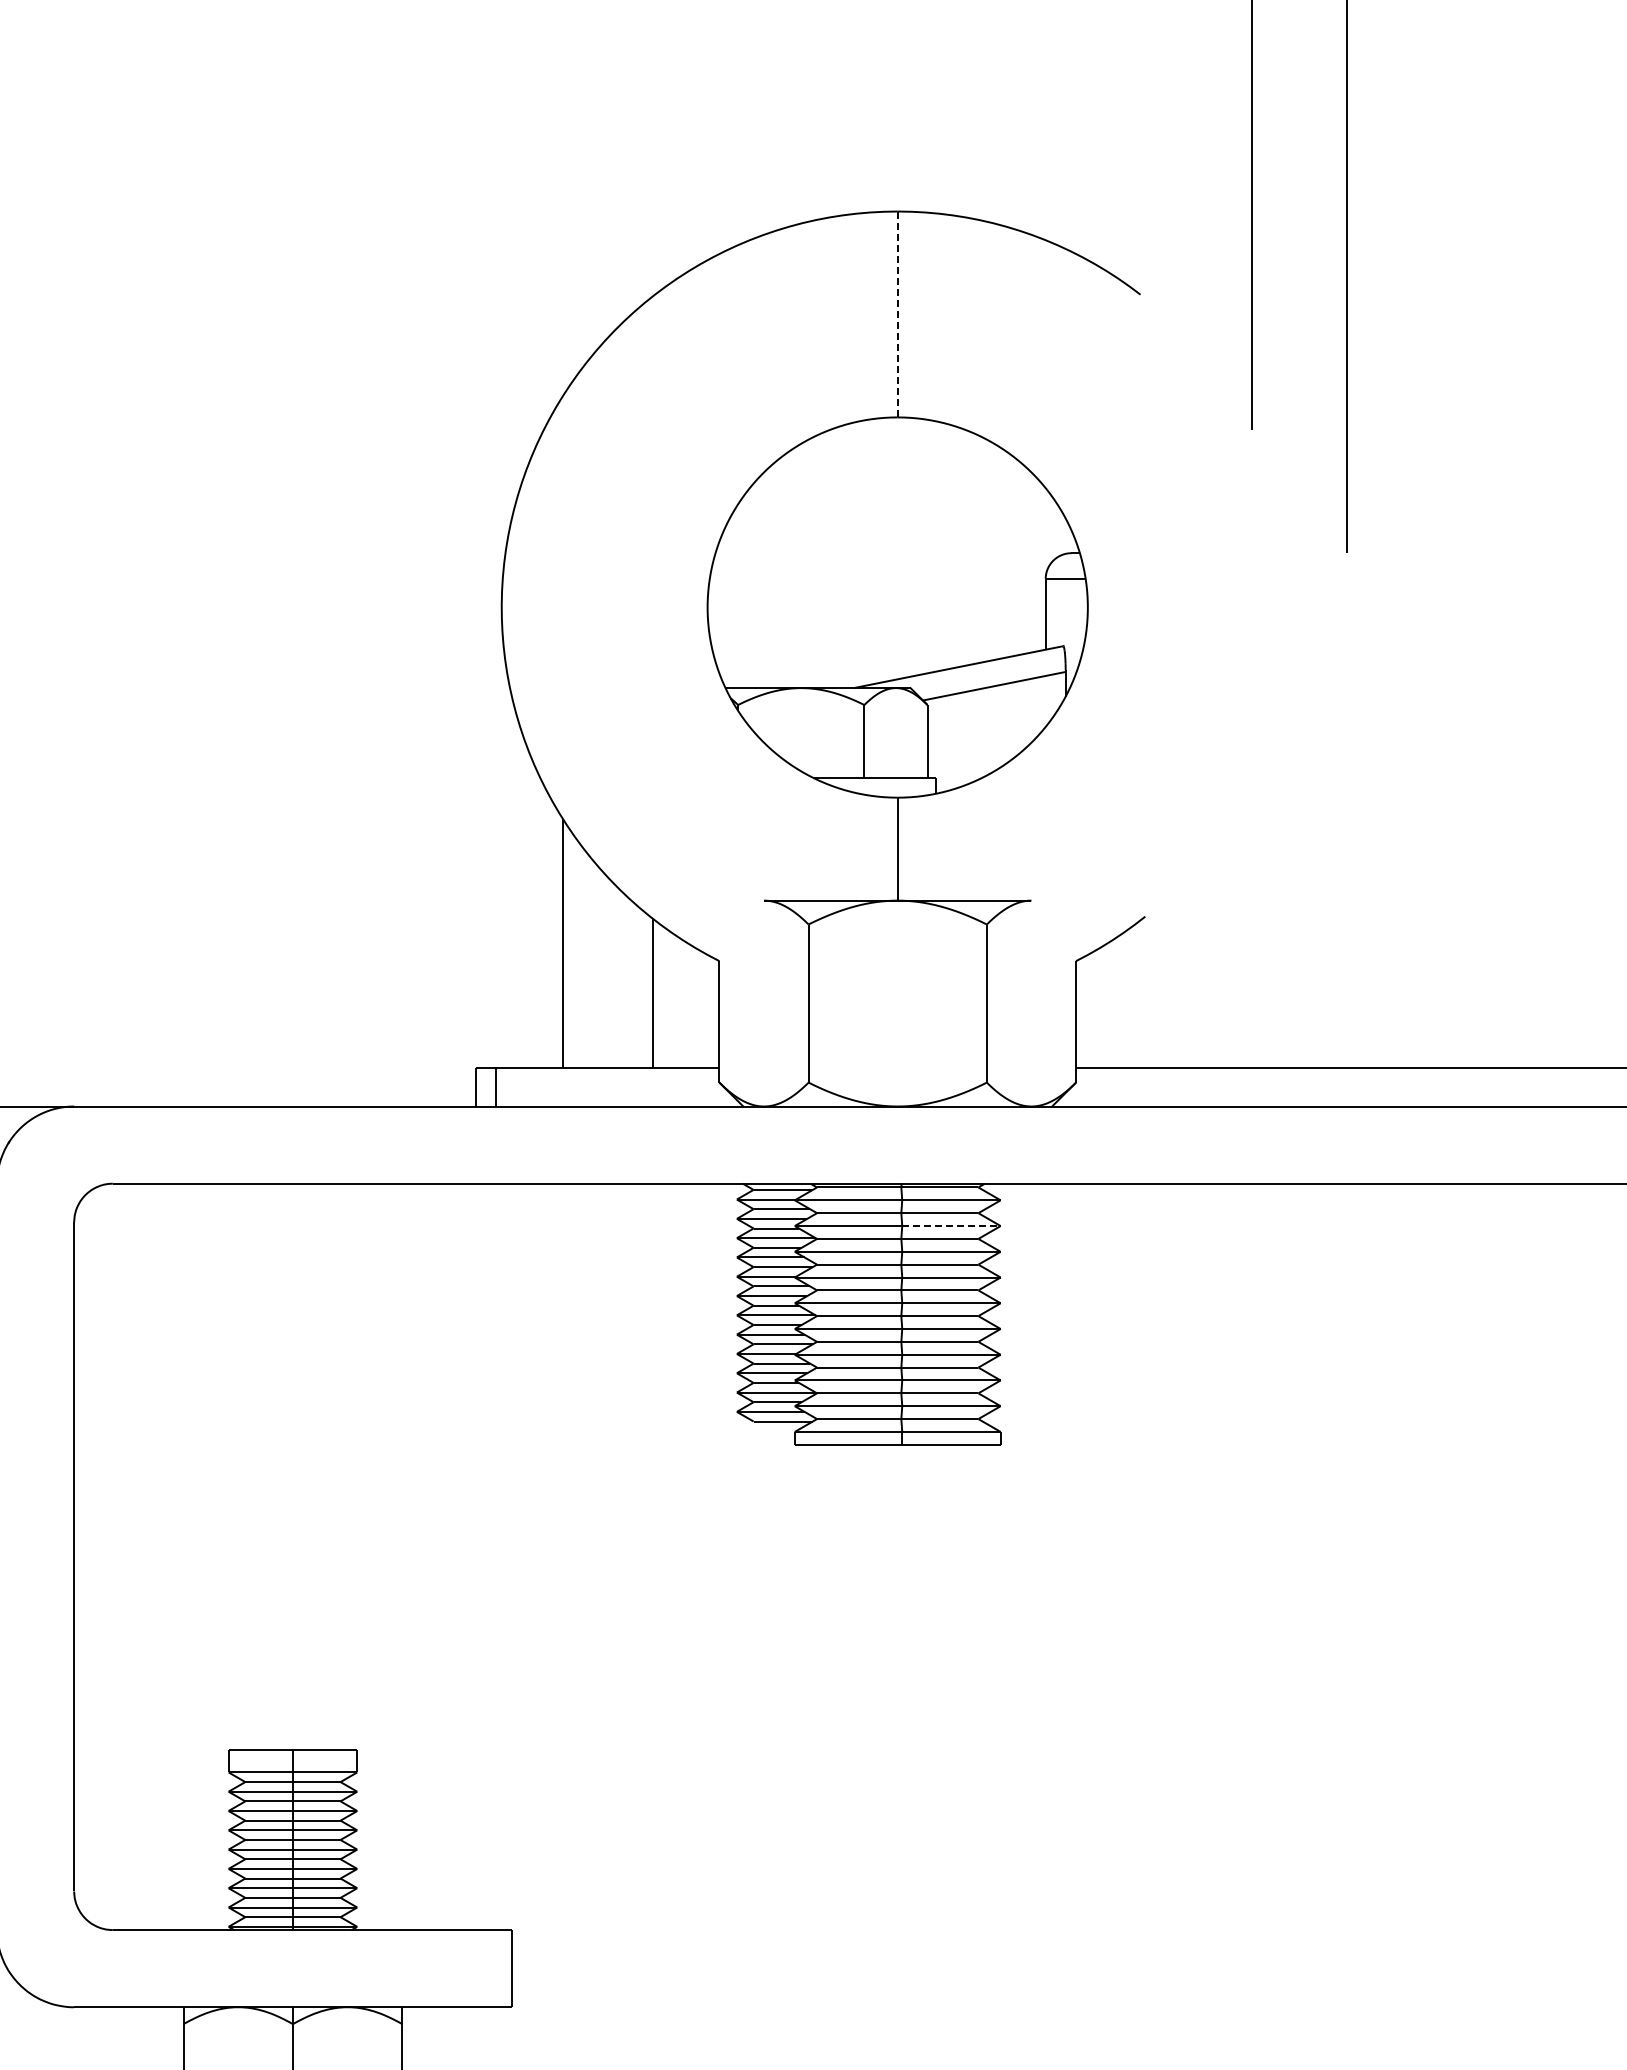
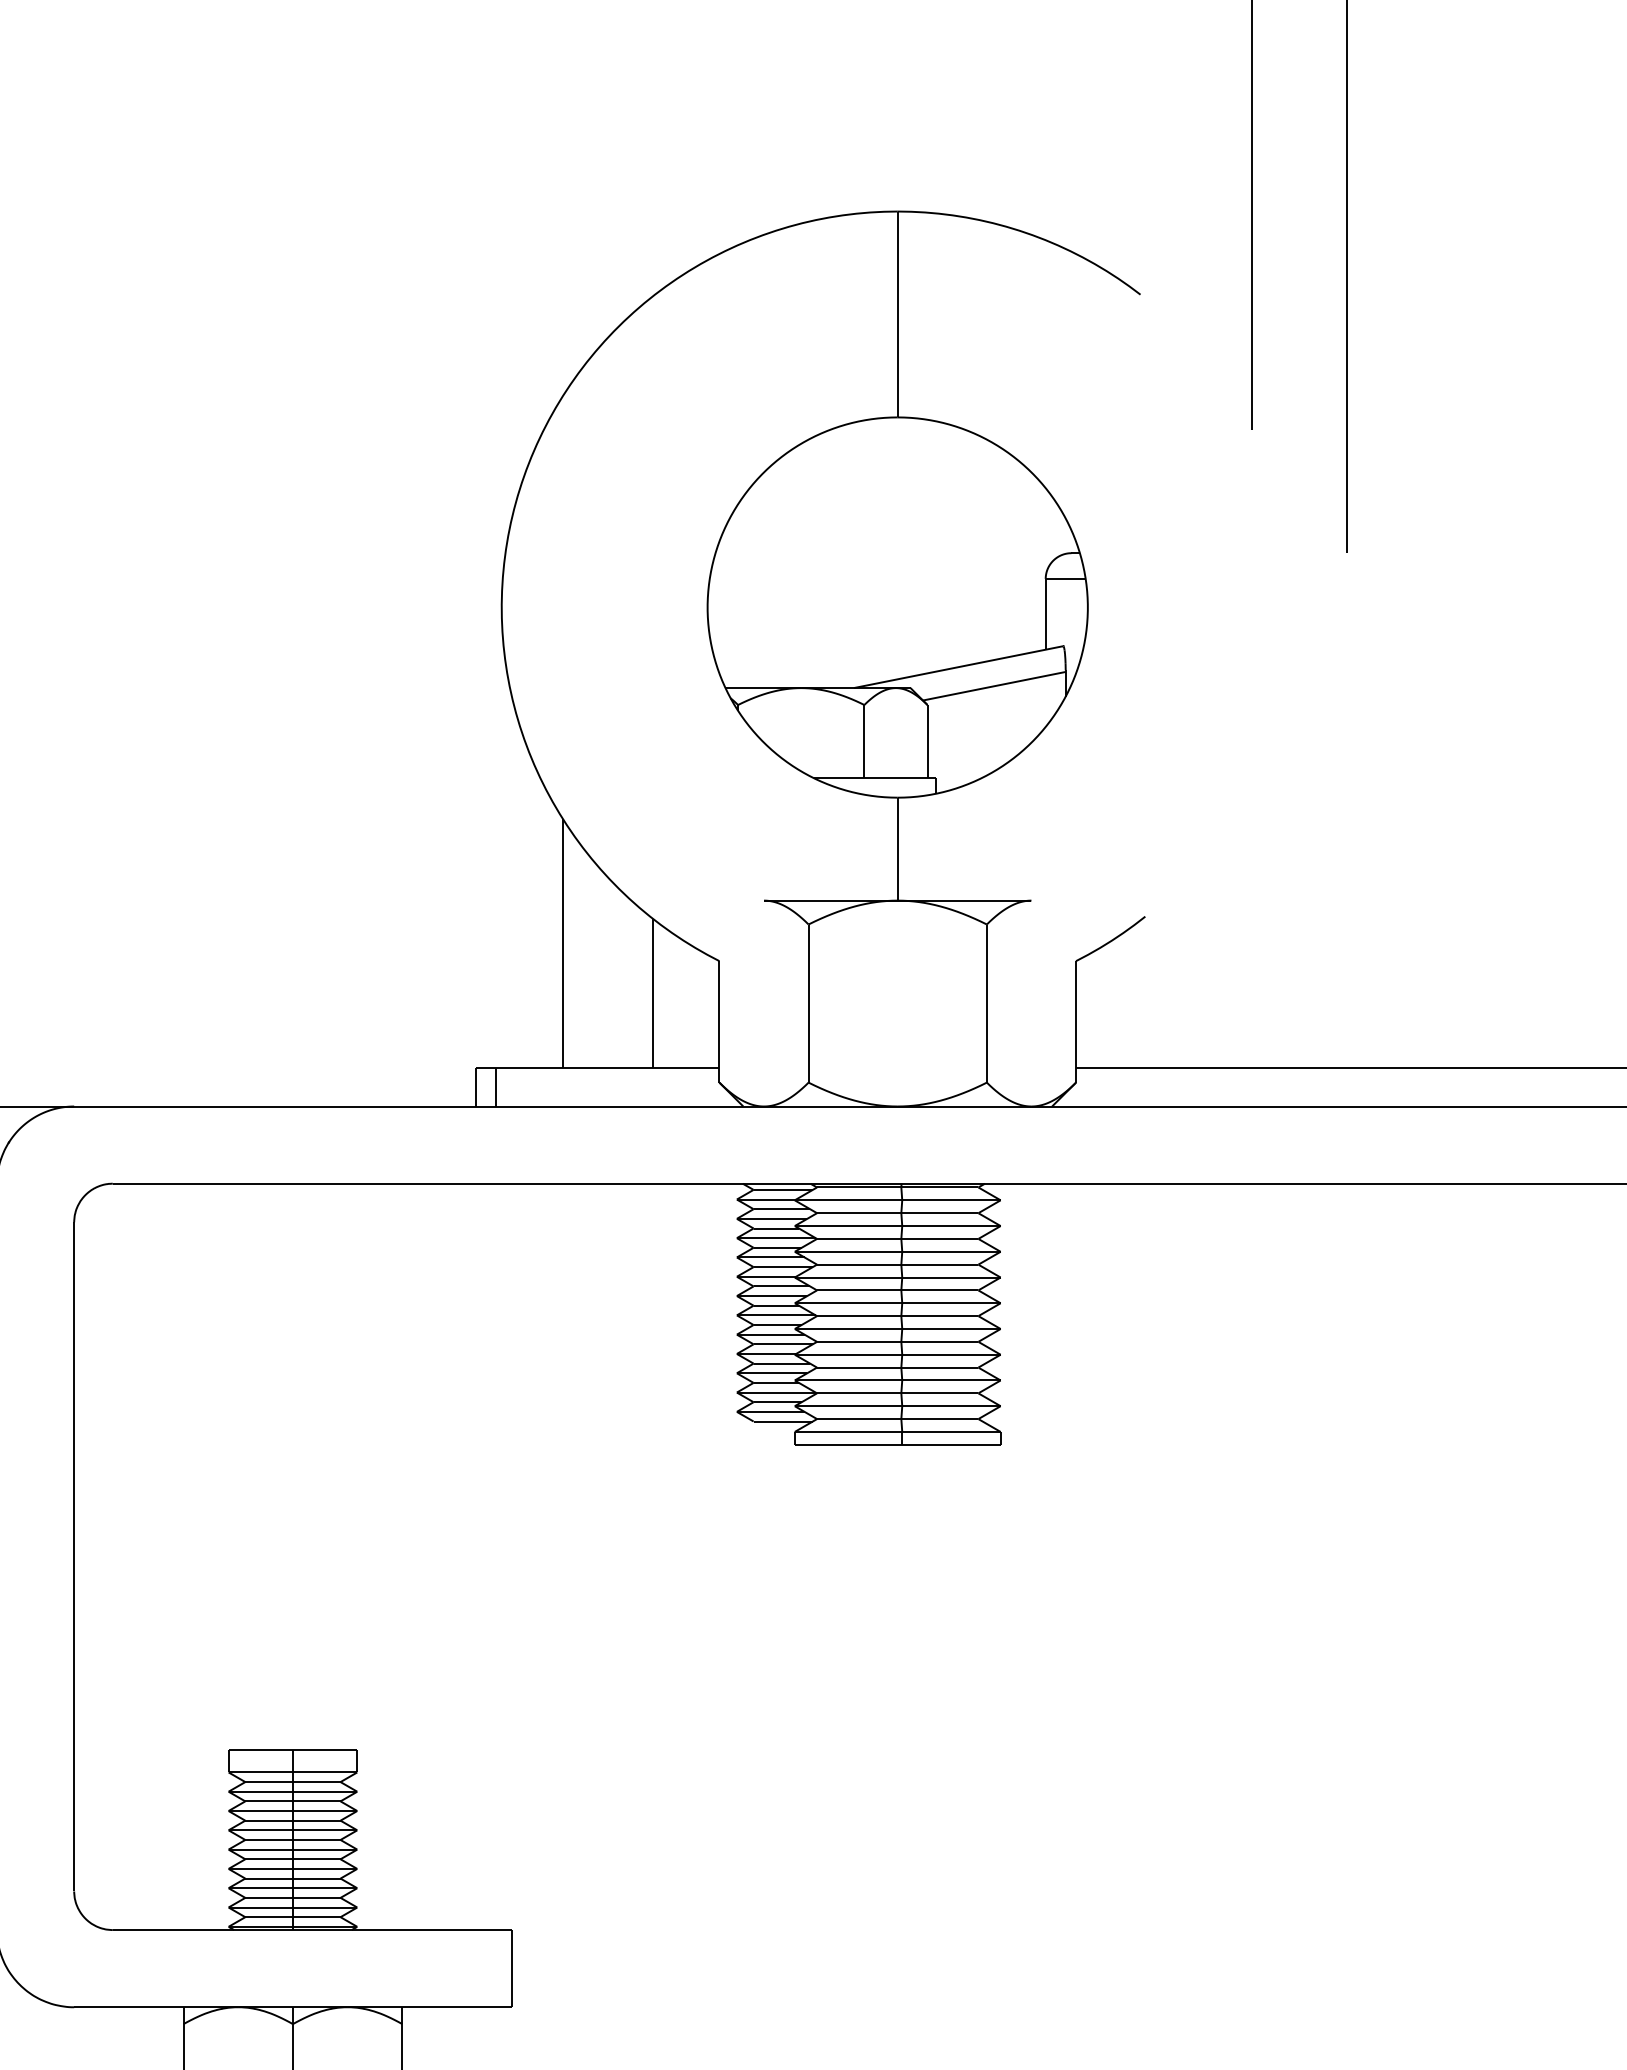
line at (897, 314): dashed -> solid
line at (951, 1226): dashed -> solid
